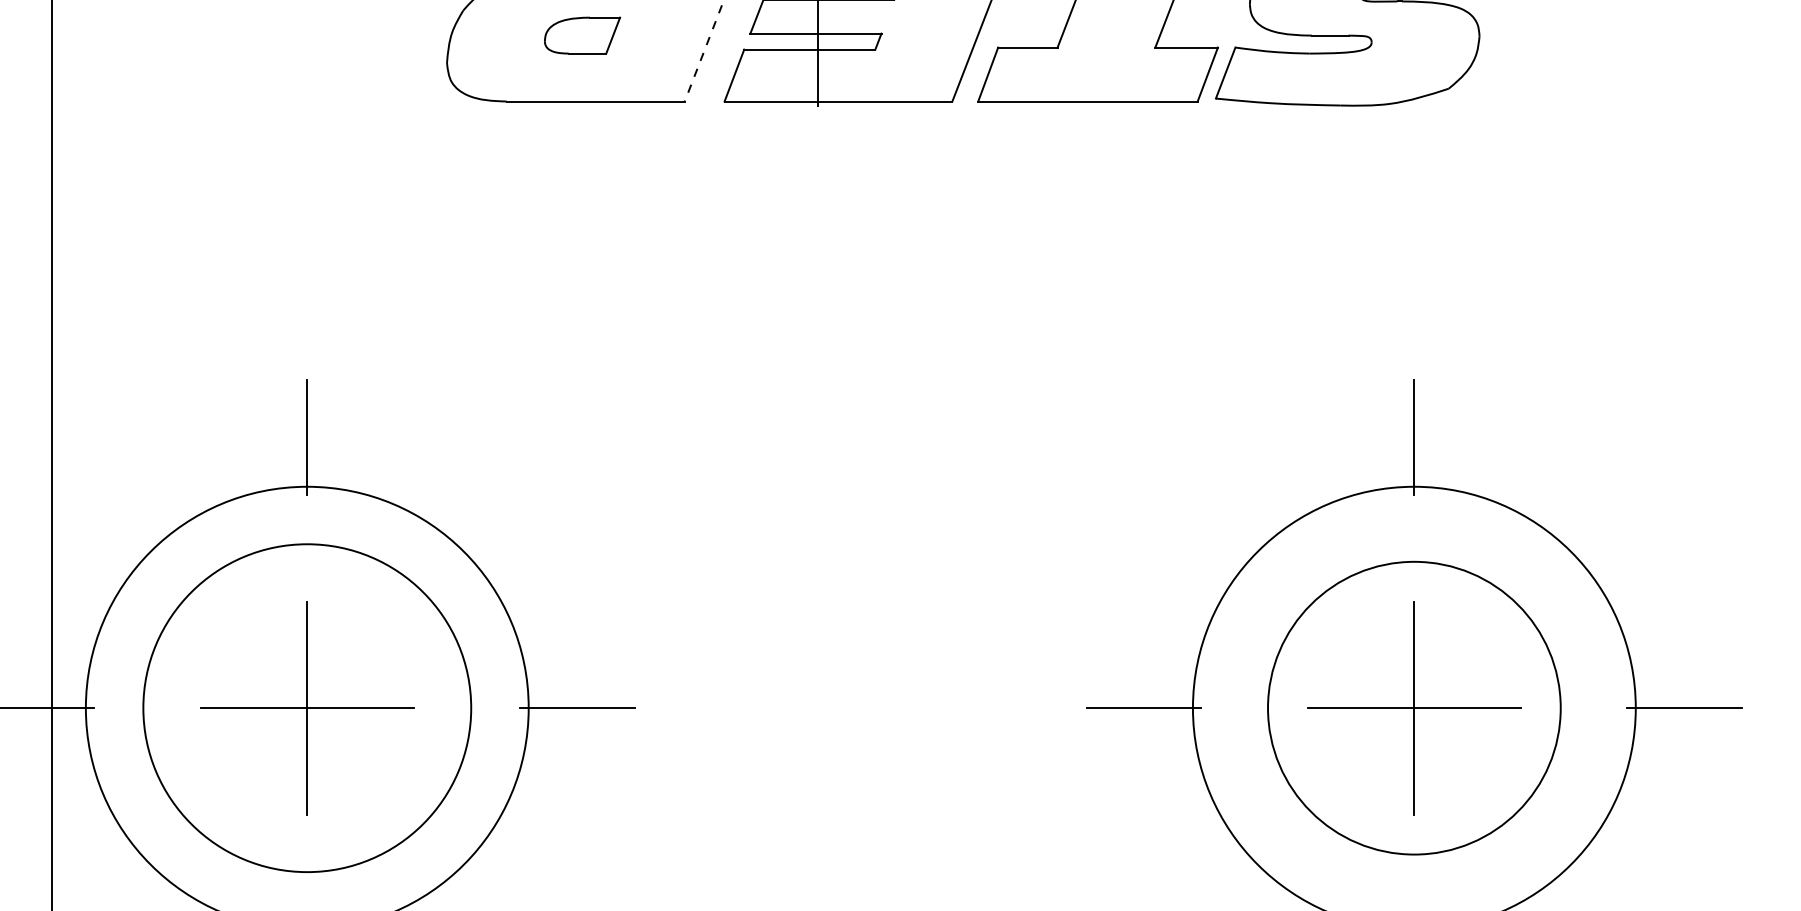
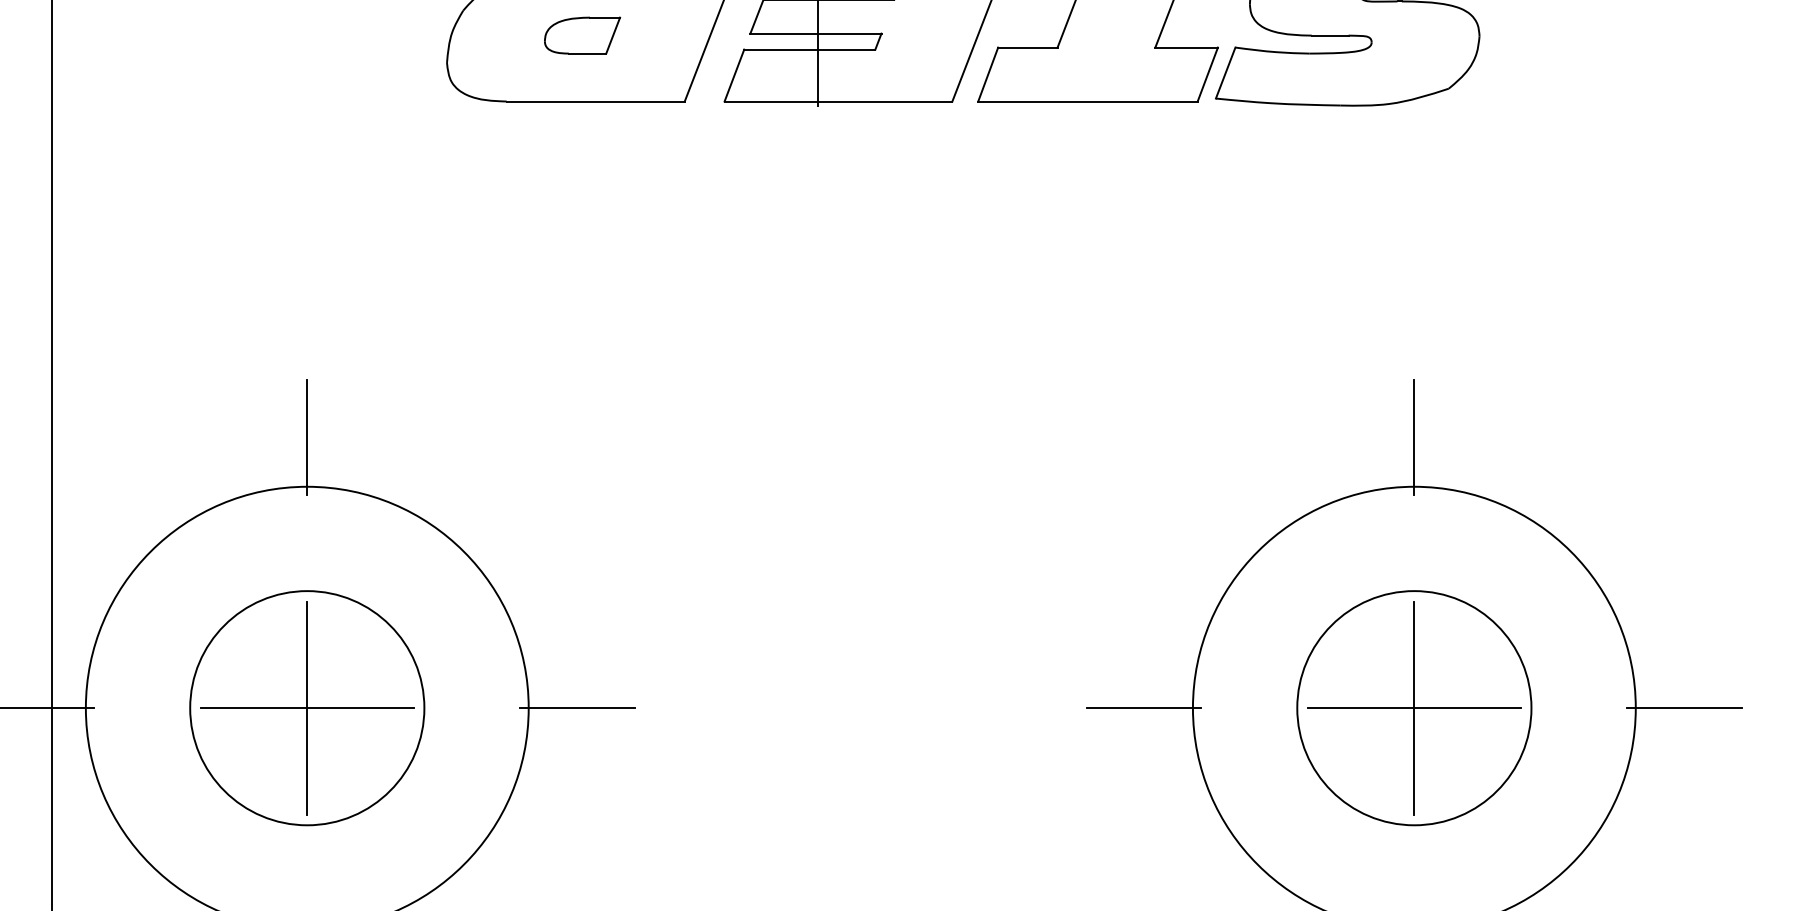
line at (704, 51): dashed -> solid
circle at (1414, 707) diameter: 293 px -> 234 px
circle at (307, 708) diameter: 328 px -> 234 px
